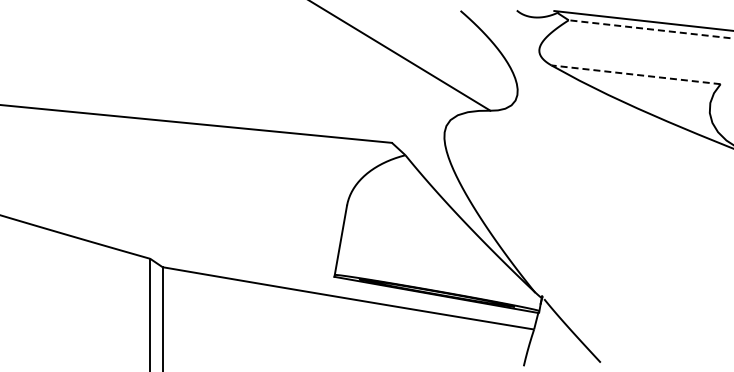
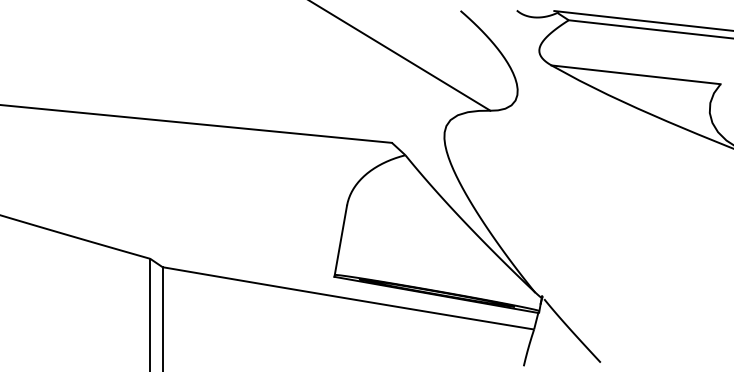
line at (651, 29): dashed -> solid
line at (635, 74): dashed -> solid
